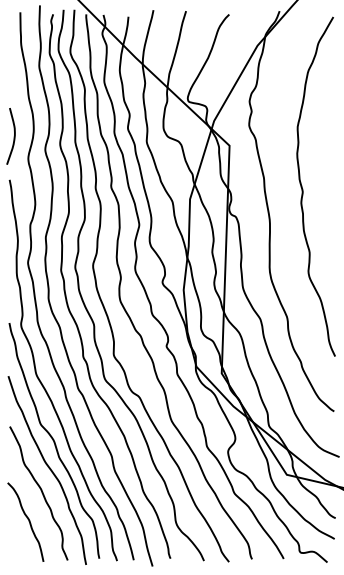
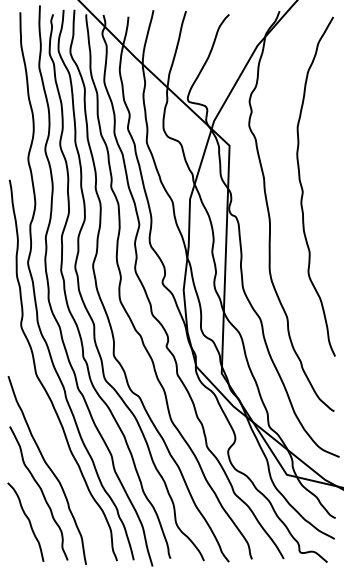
curve at (13, 136): present -> none
curve at (54, 440): present -> none
